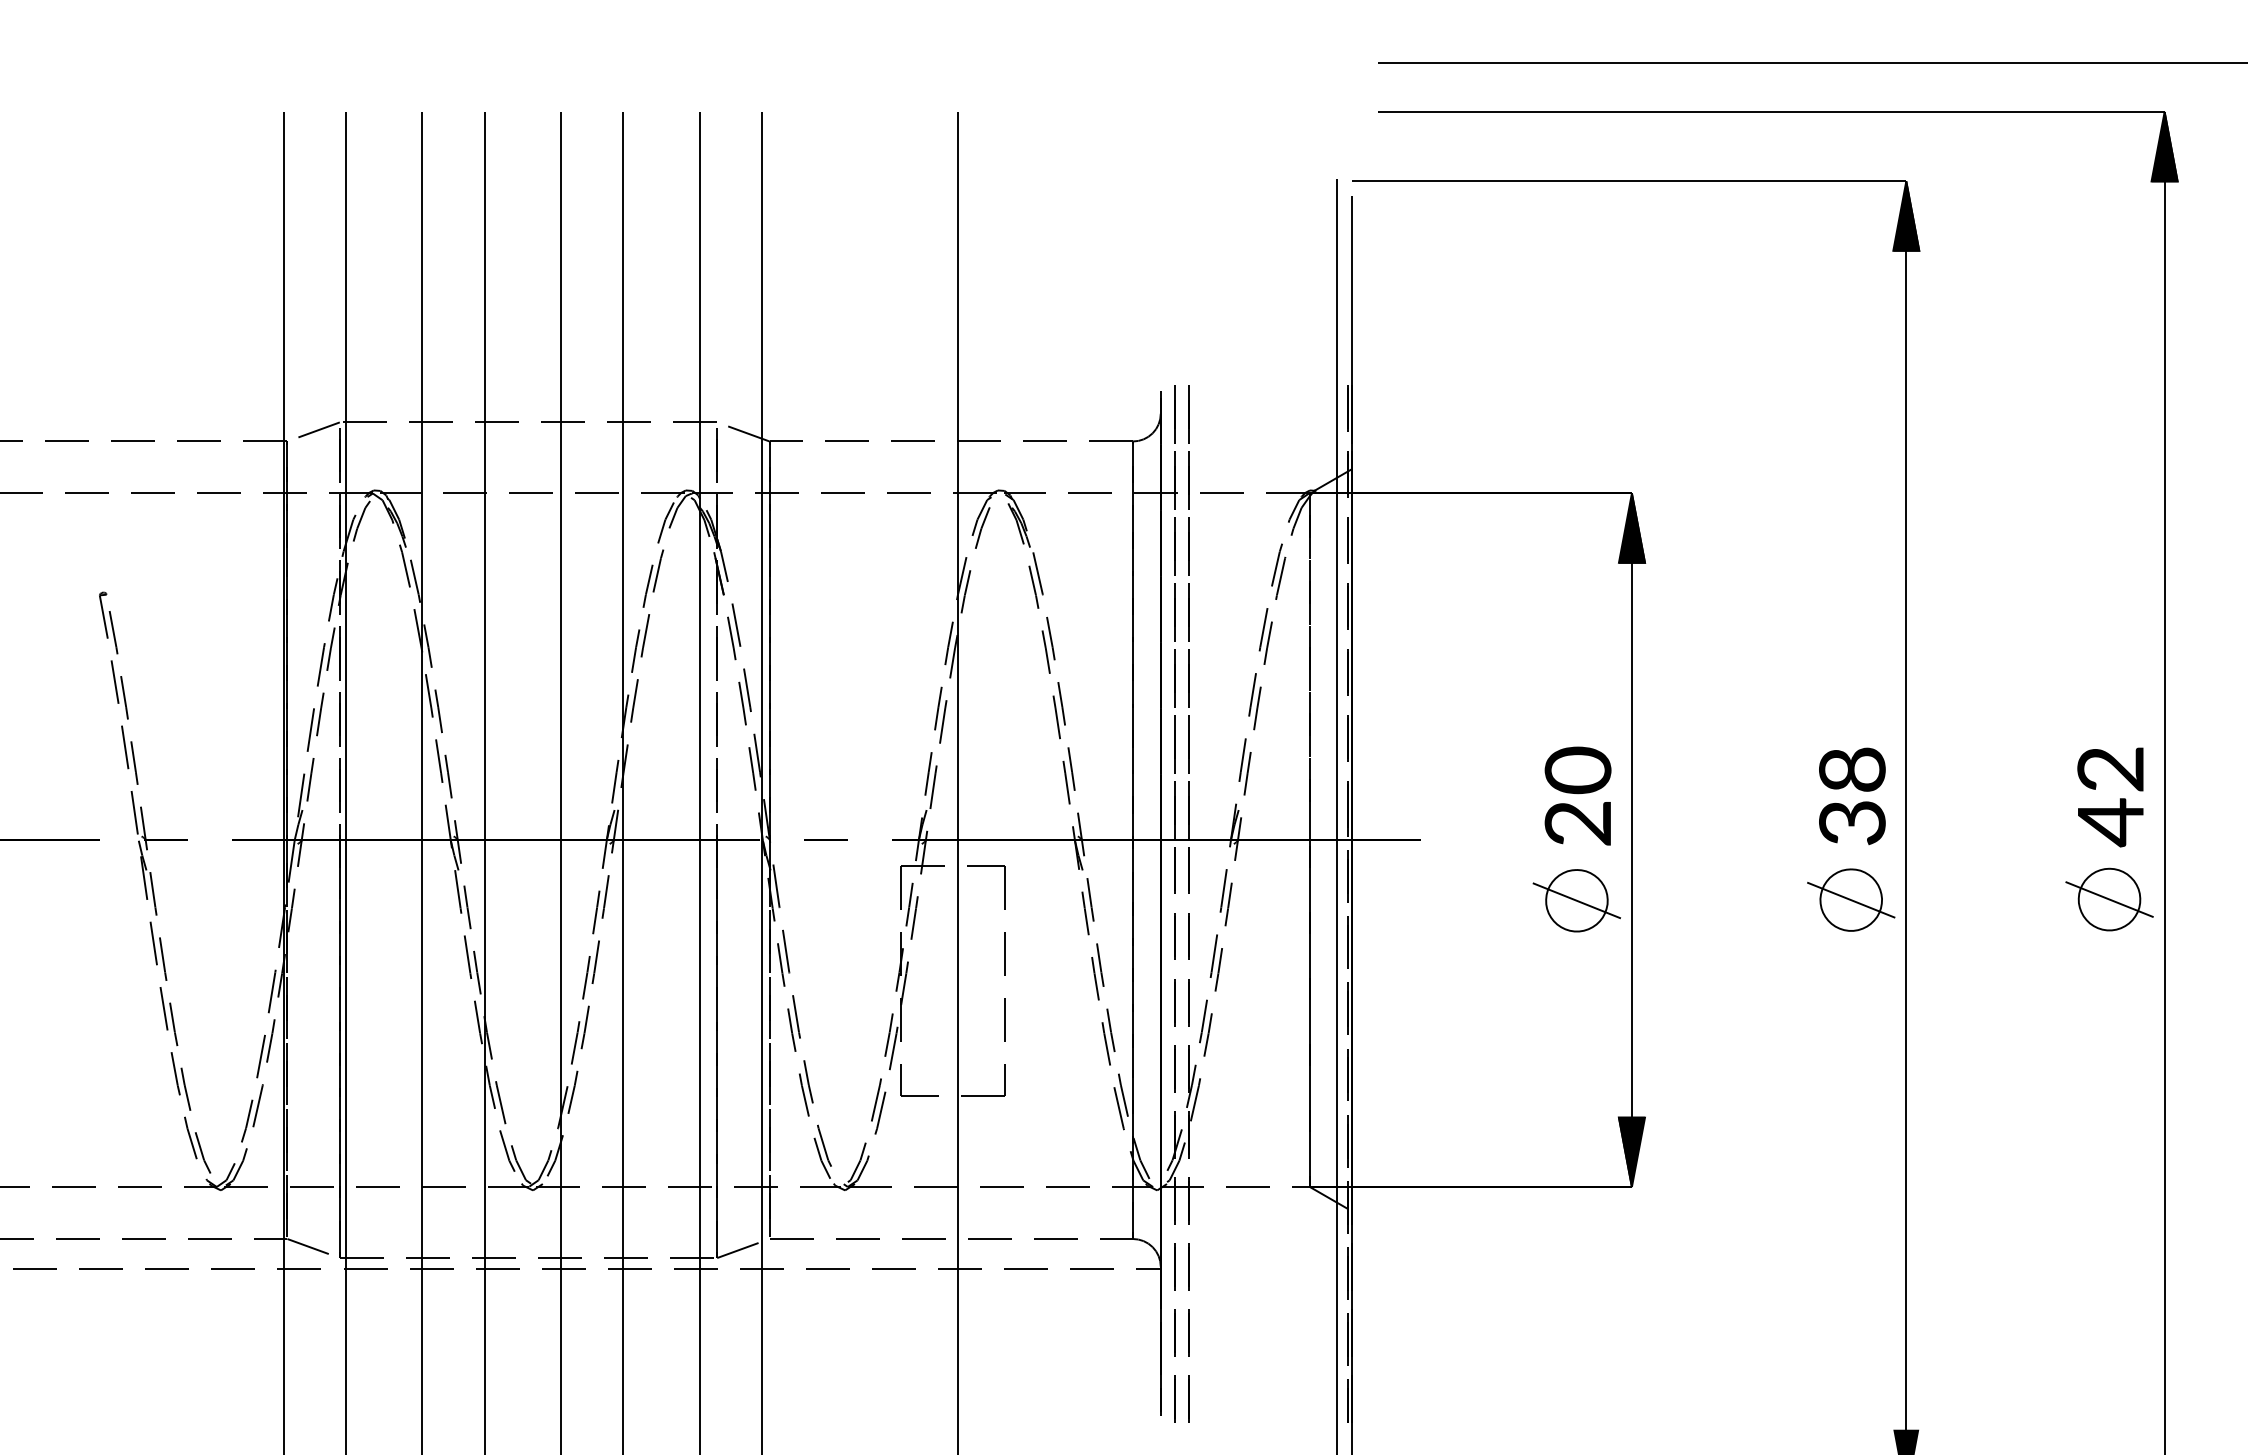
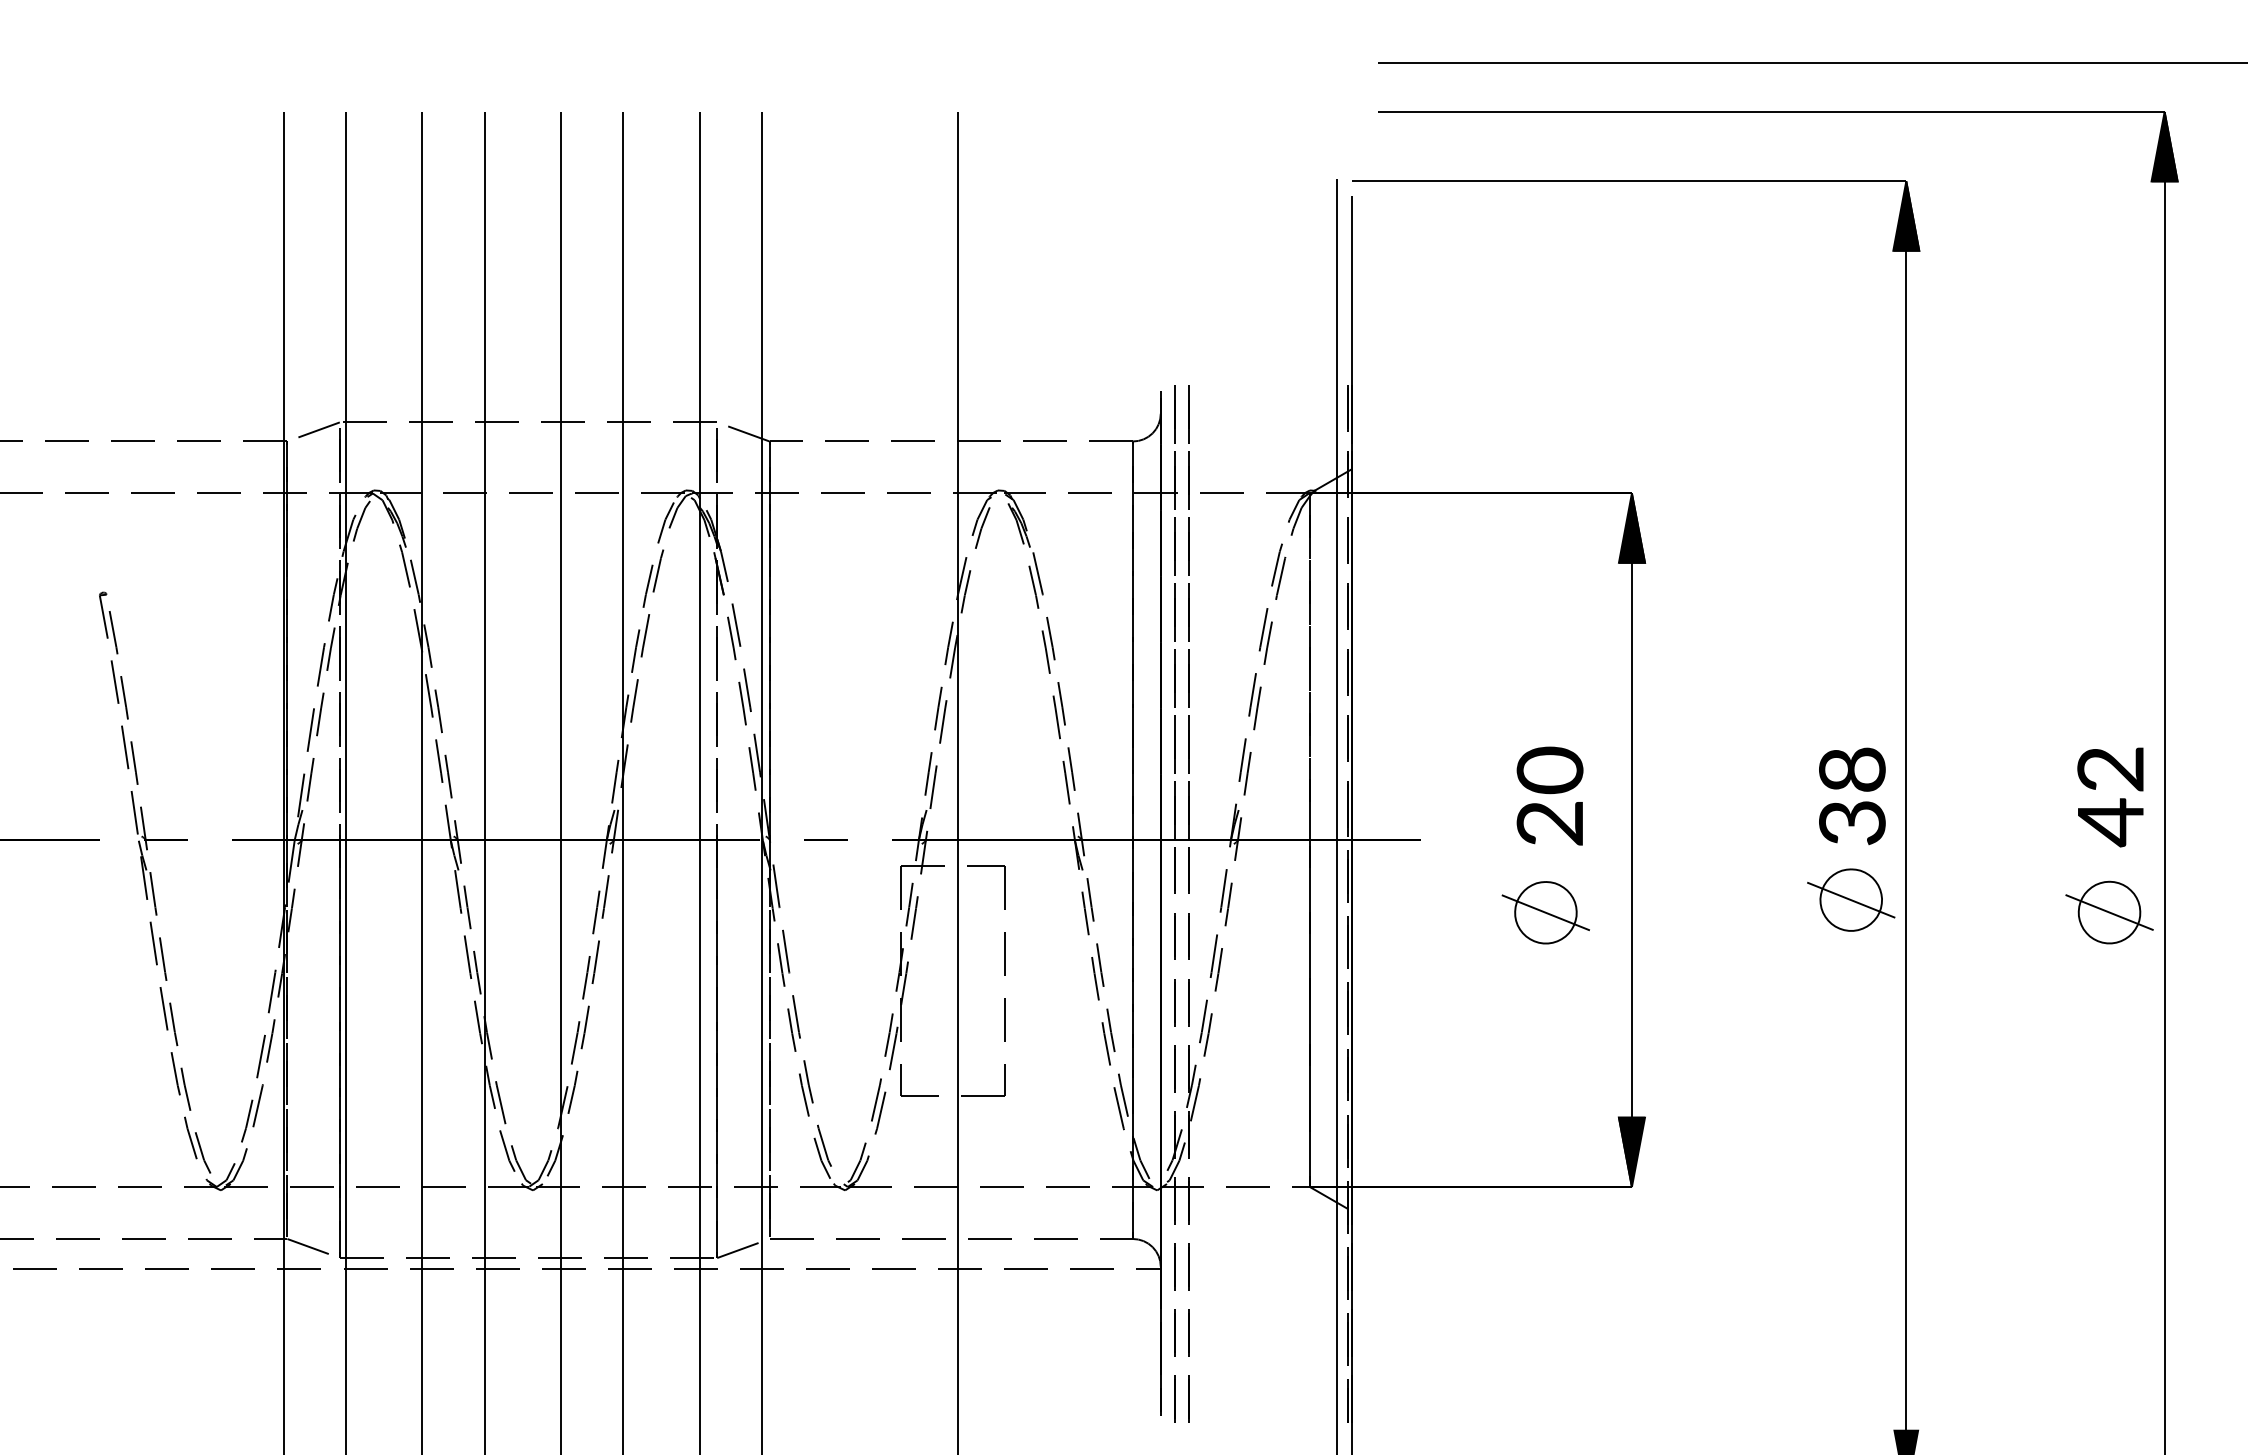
text at (1577, 795) position: (1577, 795) -> (1549, 795)
part at (2109, 899) position: (2109, 899) -> (2109, 912)
part at (1576, 900) position: (1576, 900) -> (1545, 912)
